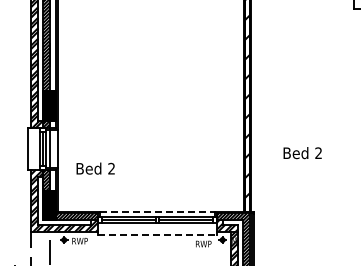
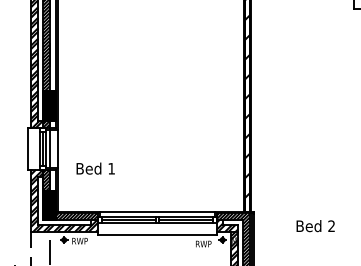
text at (302, 153) position: (302, 153) -> (315, 226)
text at (111, 168): 2 -> 1
line at (157, 211): dashed -> solid
line at (157, 235): dashed -> solid
